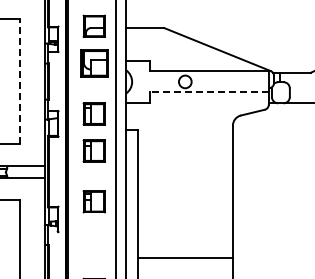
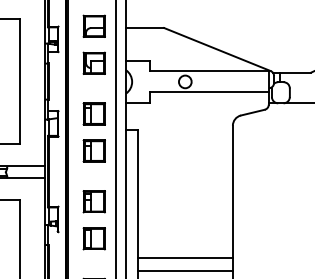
part at (94, 63) size: 29x29 px -> 24x24 px
line at (20, 81): dashed -> solid
line at (209, 92): dashed -> solid
part at (93, 238): none -> present
line at (184, 270): none -> present
